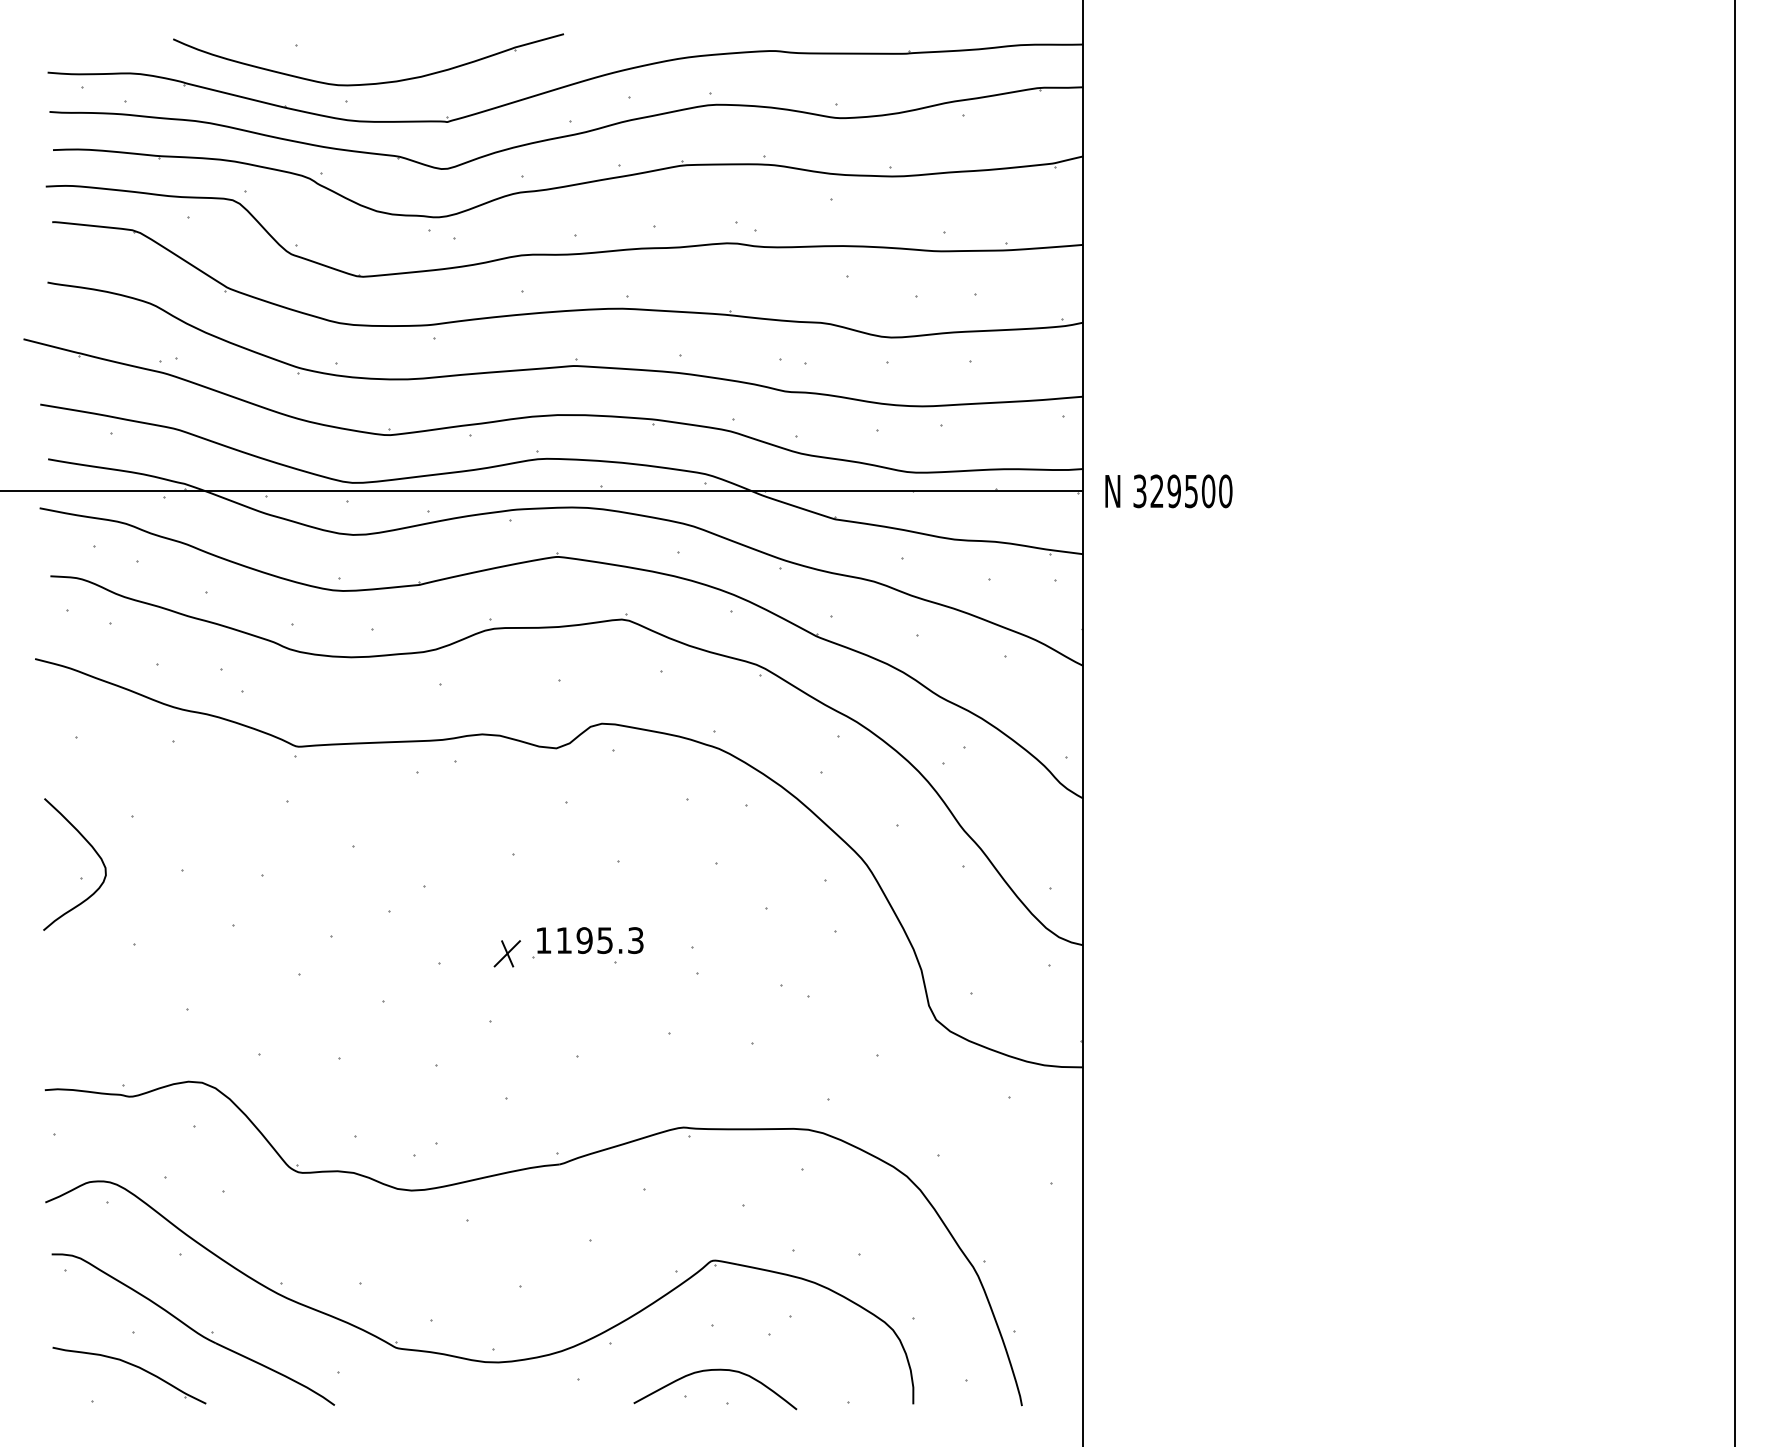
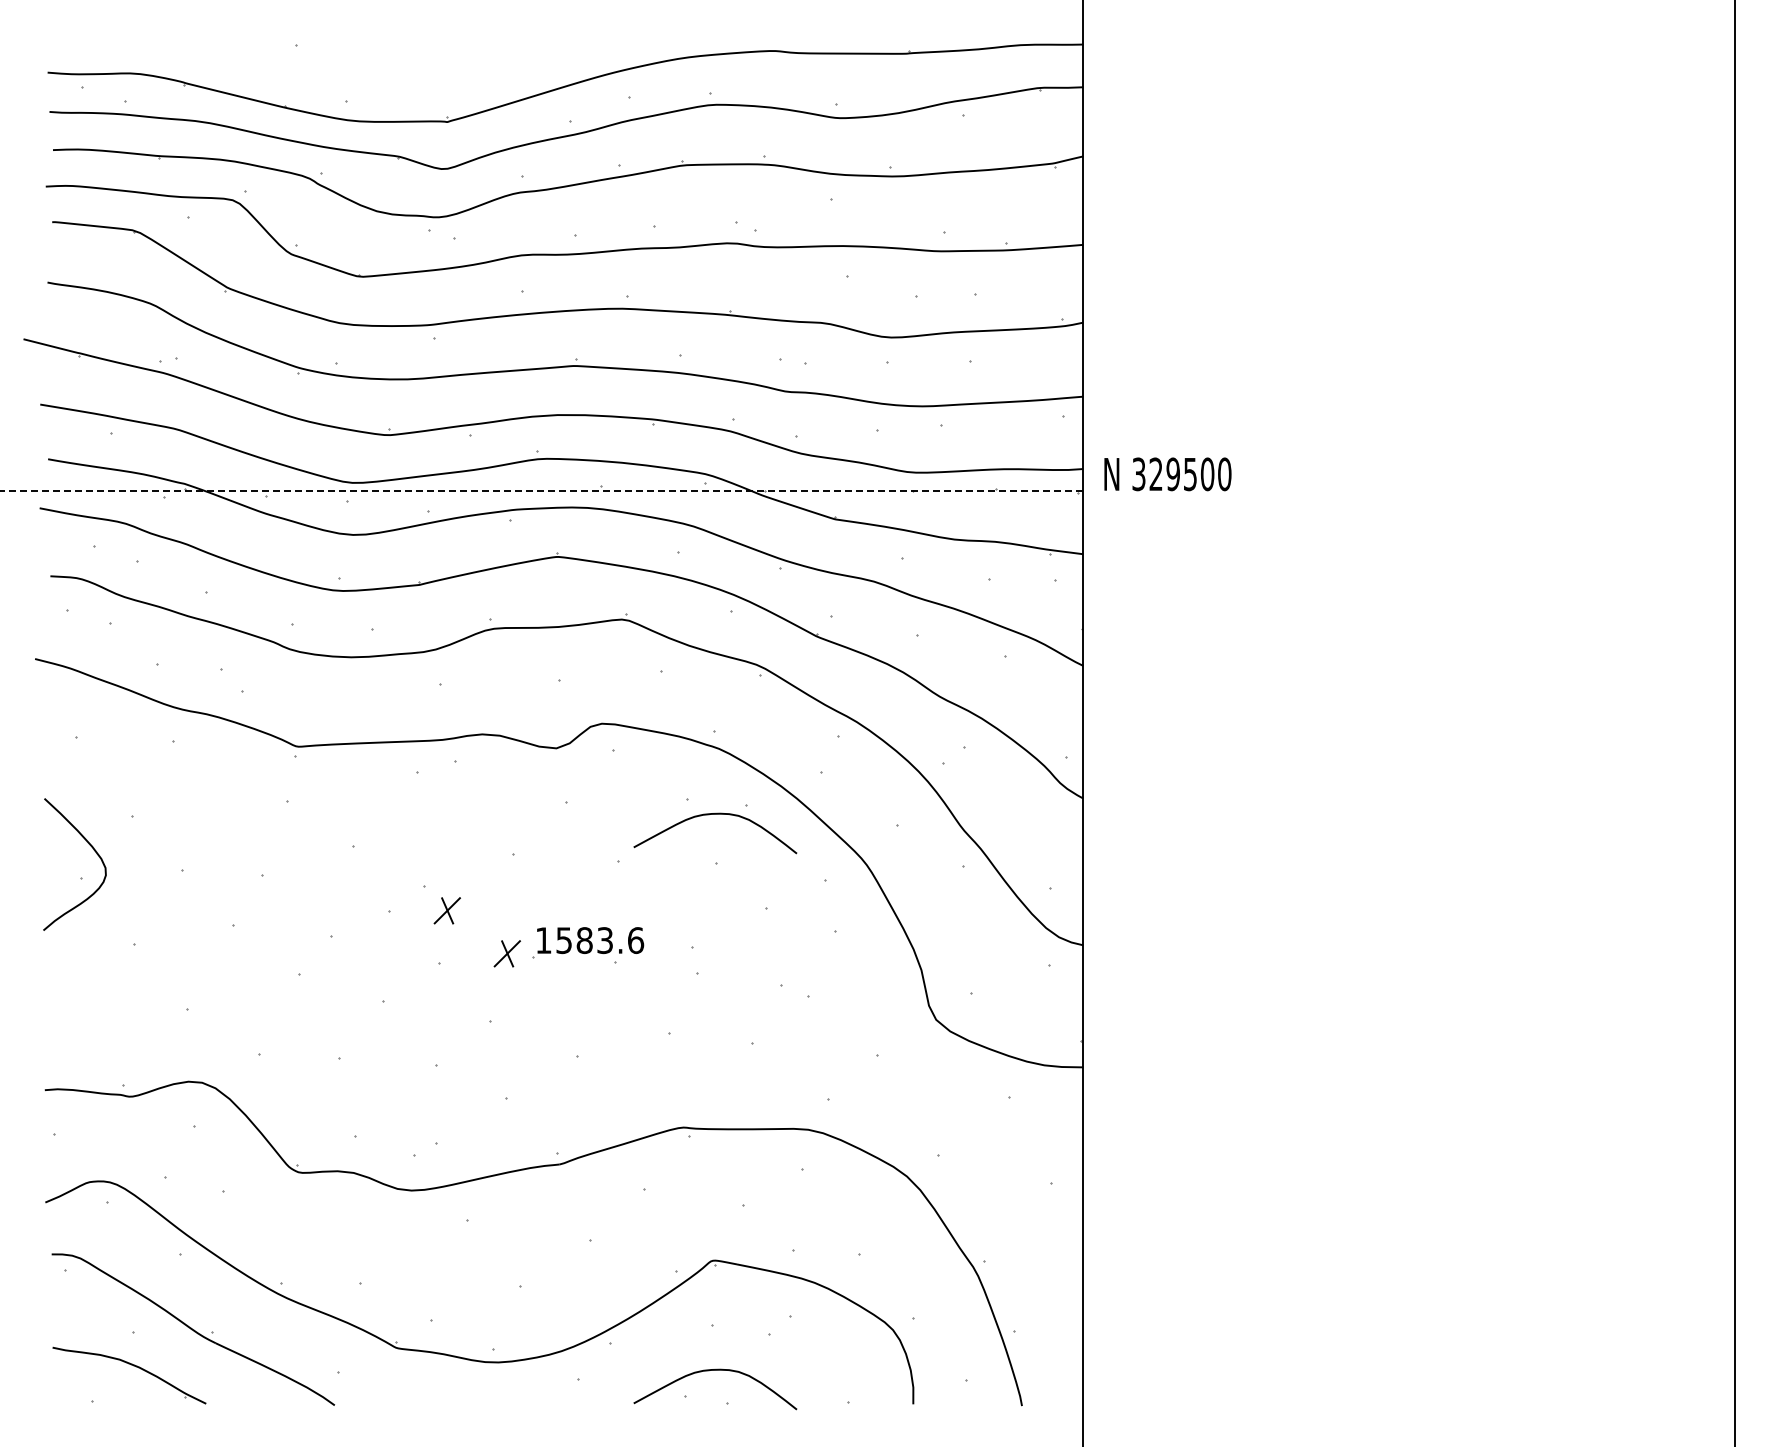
part at (368, 83): present -> none
line at (541, 491): solid -> dashed
text at (1168, 491) position: (1168, 491) -> (1167, 474)
curve at (709, 815): none -> present
part at (446, 910): none -> present
text at (600, 940): 1195.3 -> 1583.6
